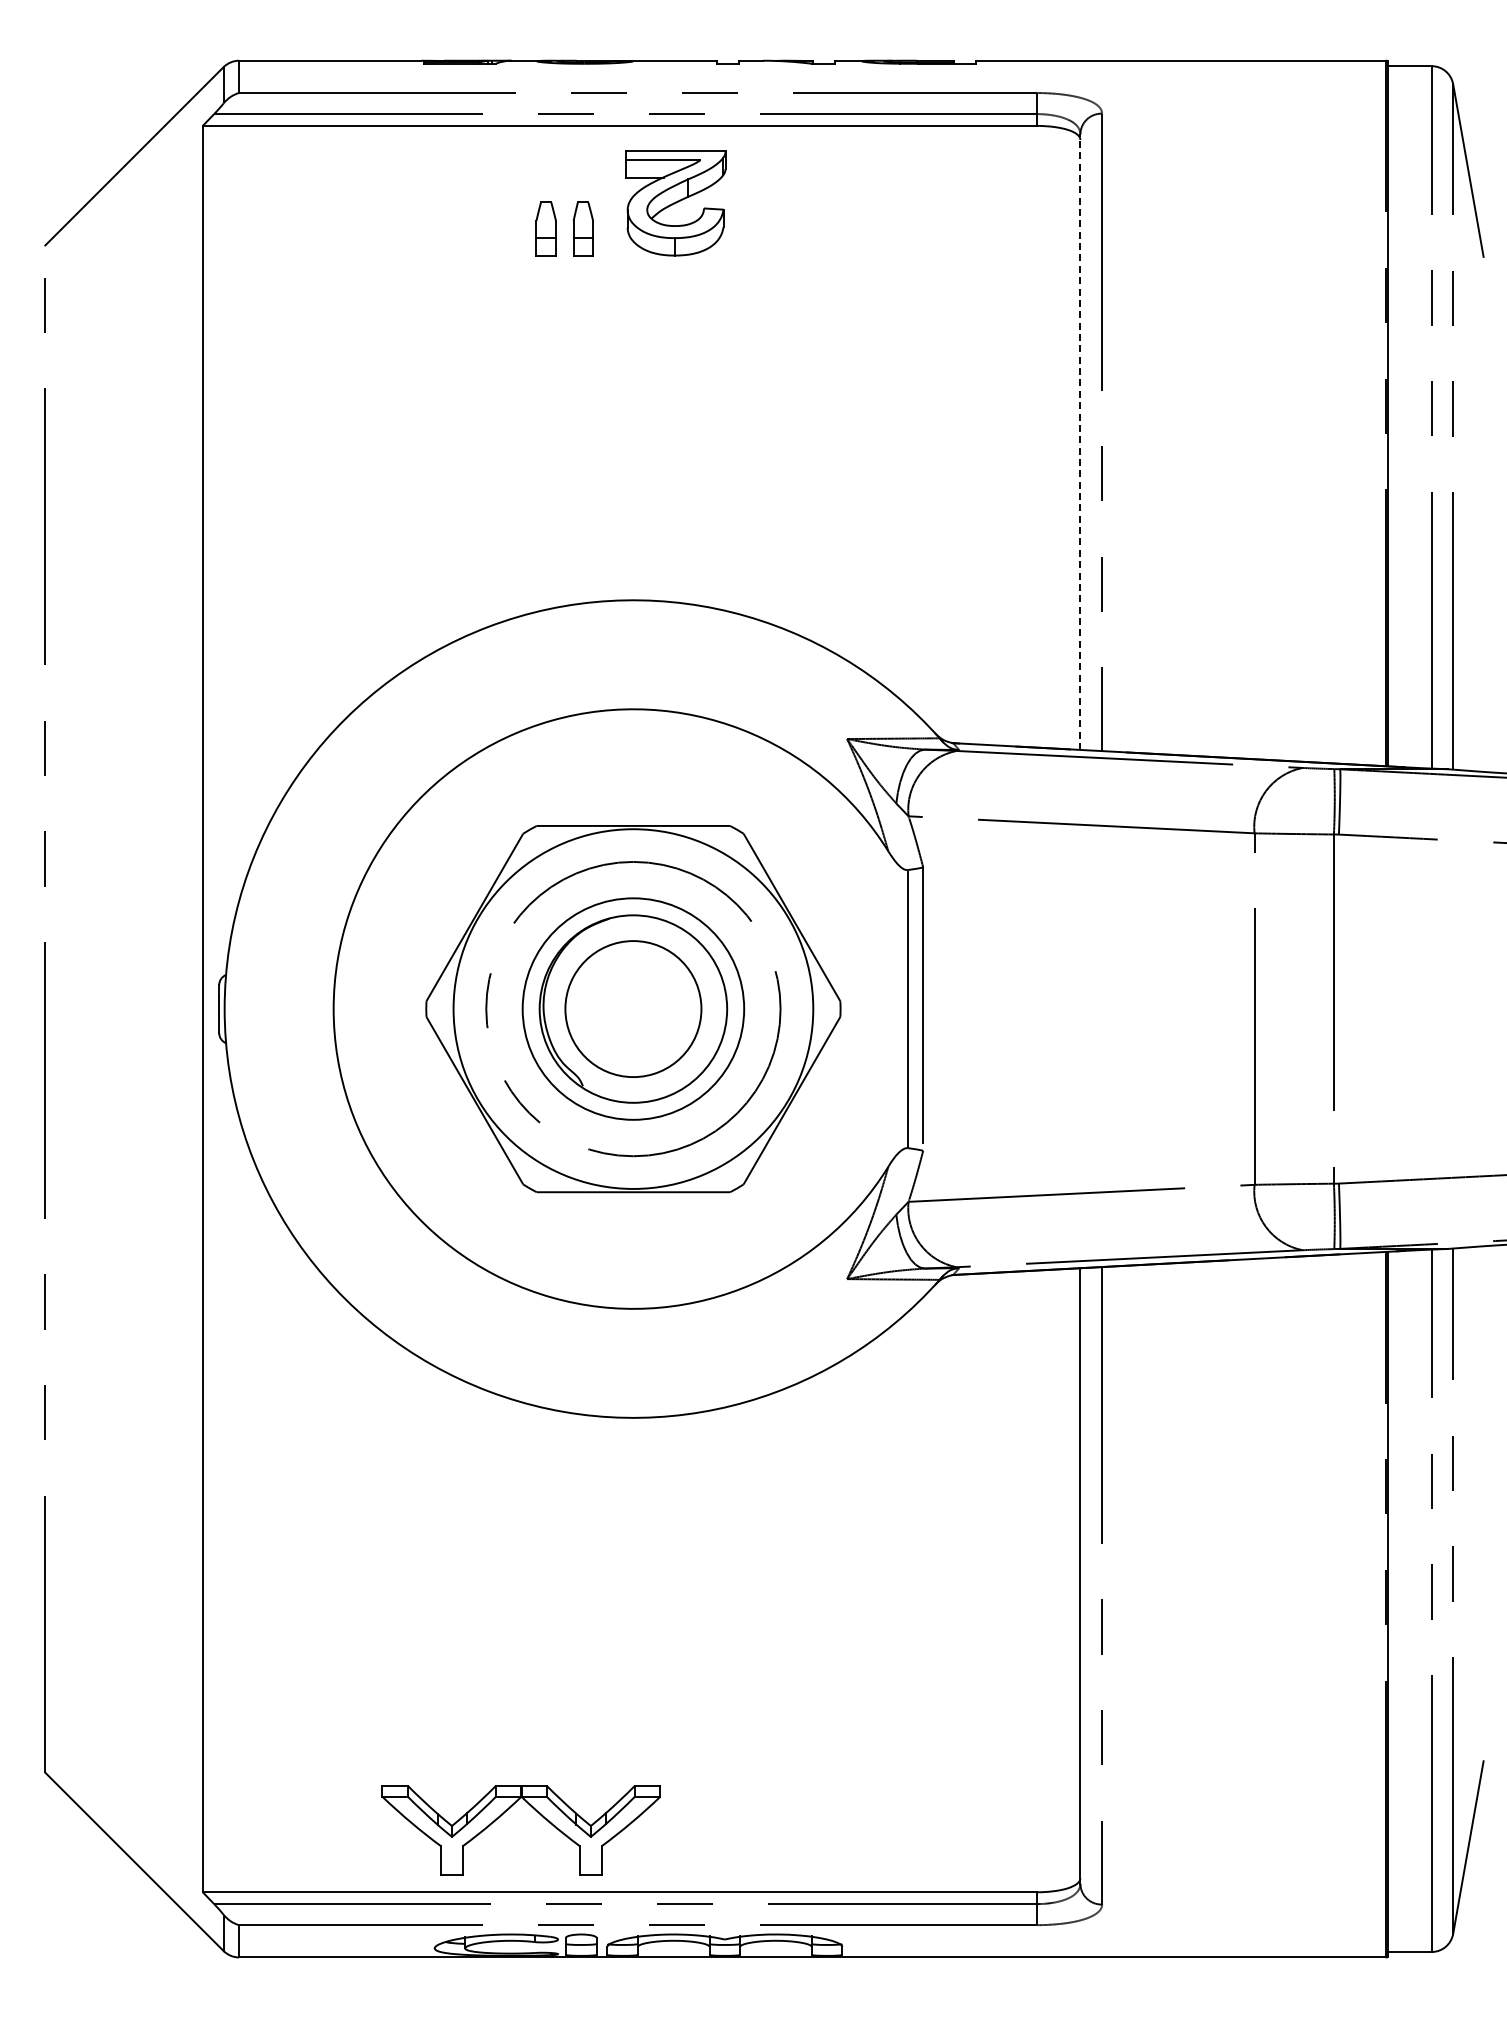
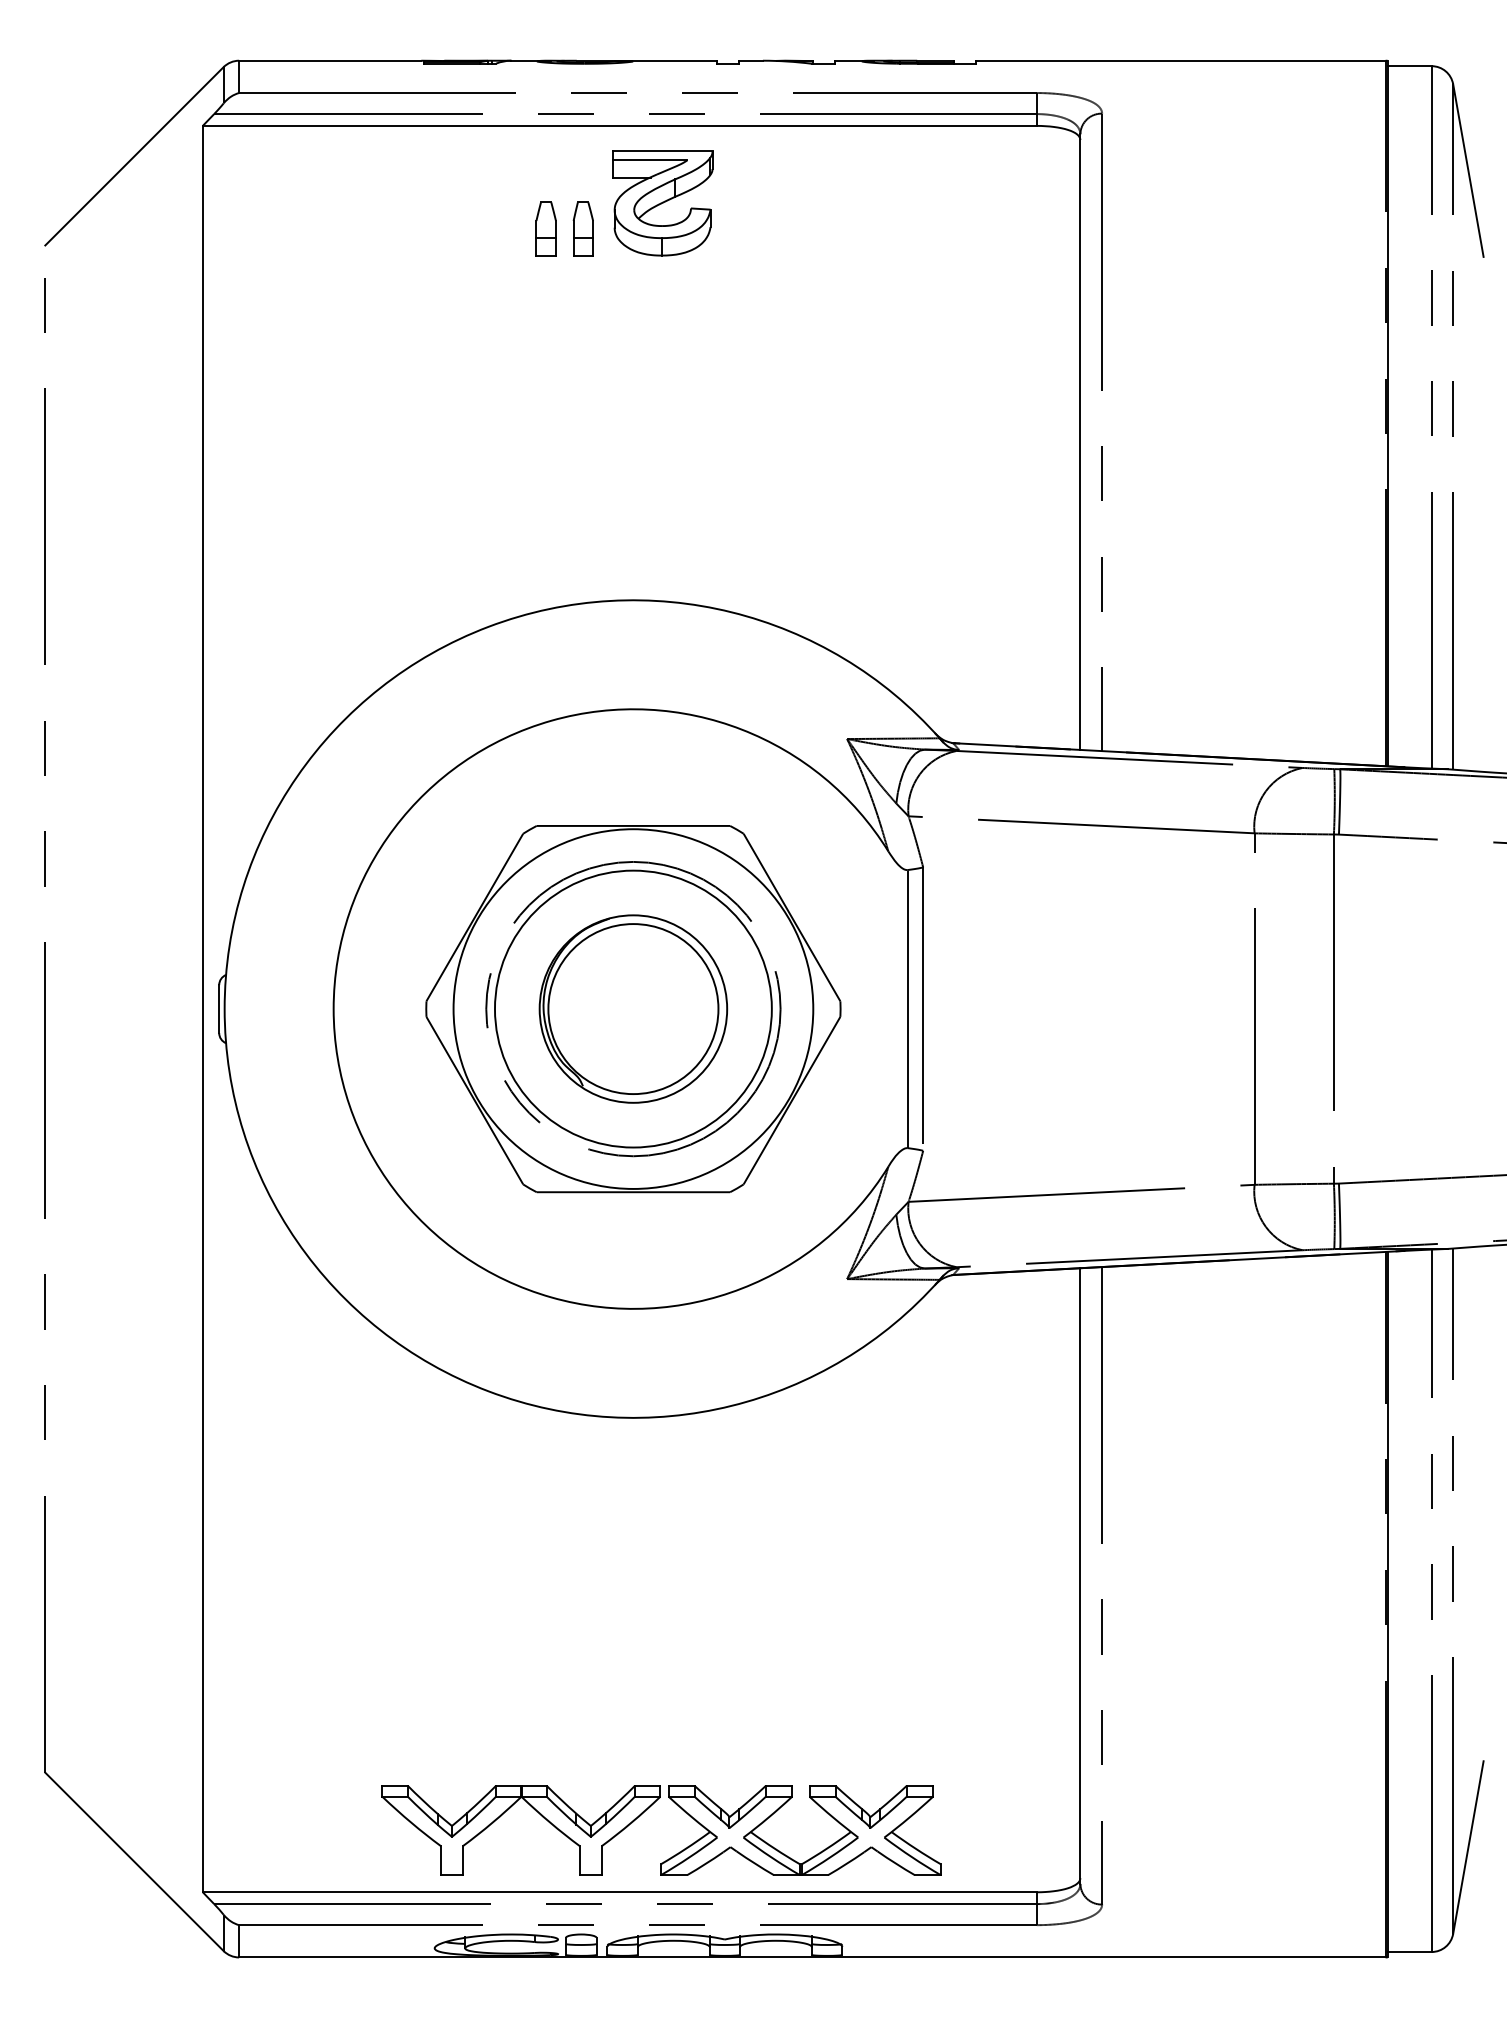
part at (675, 203) position: (675, 203) -> (662, 203)
line at (1080, 442): dashed -> solid
circle at (633, 1008) diameter: 222 px -> 277 px
circle at (633, 1009) diameter: 136 px -> 170 px
part at (784, 1853): none -> present
